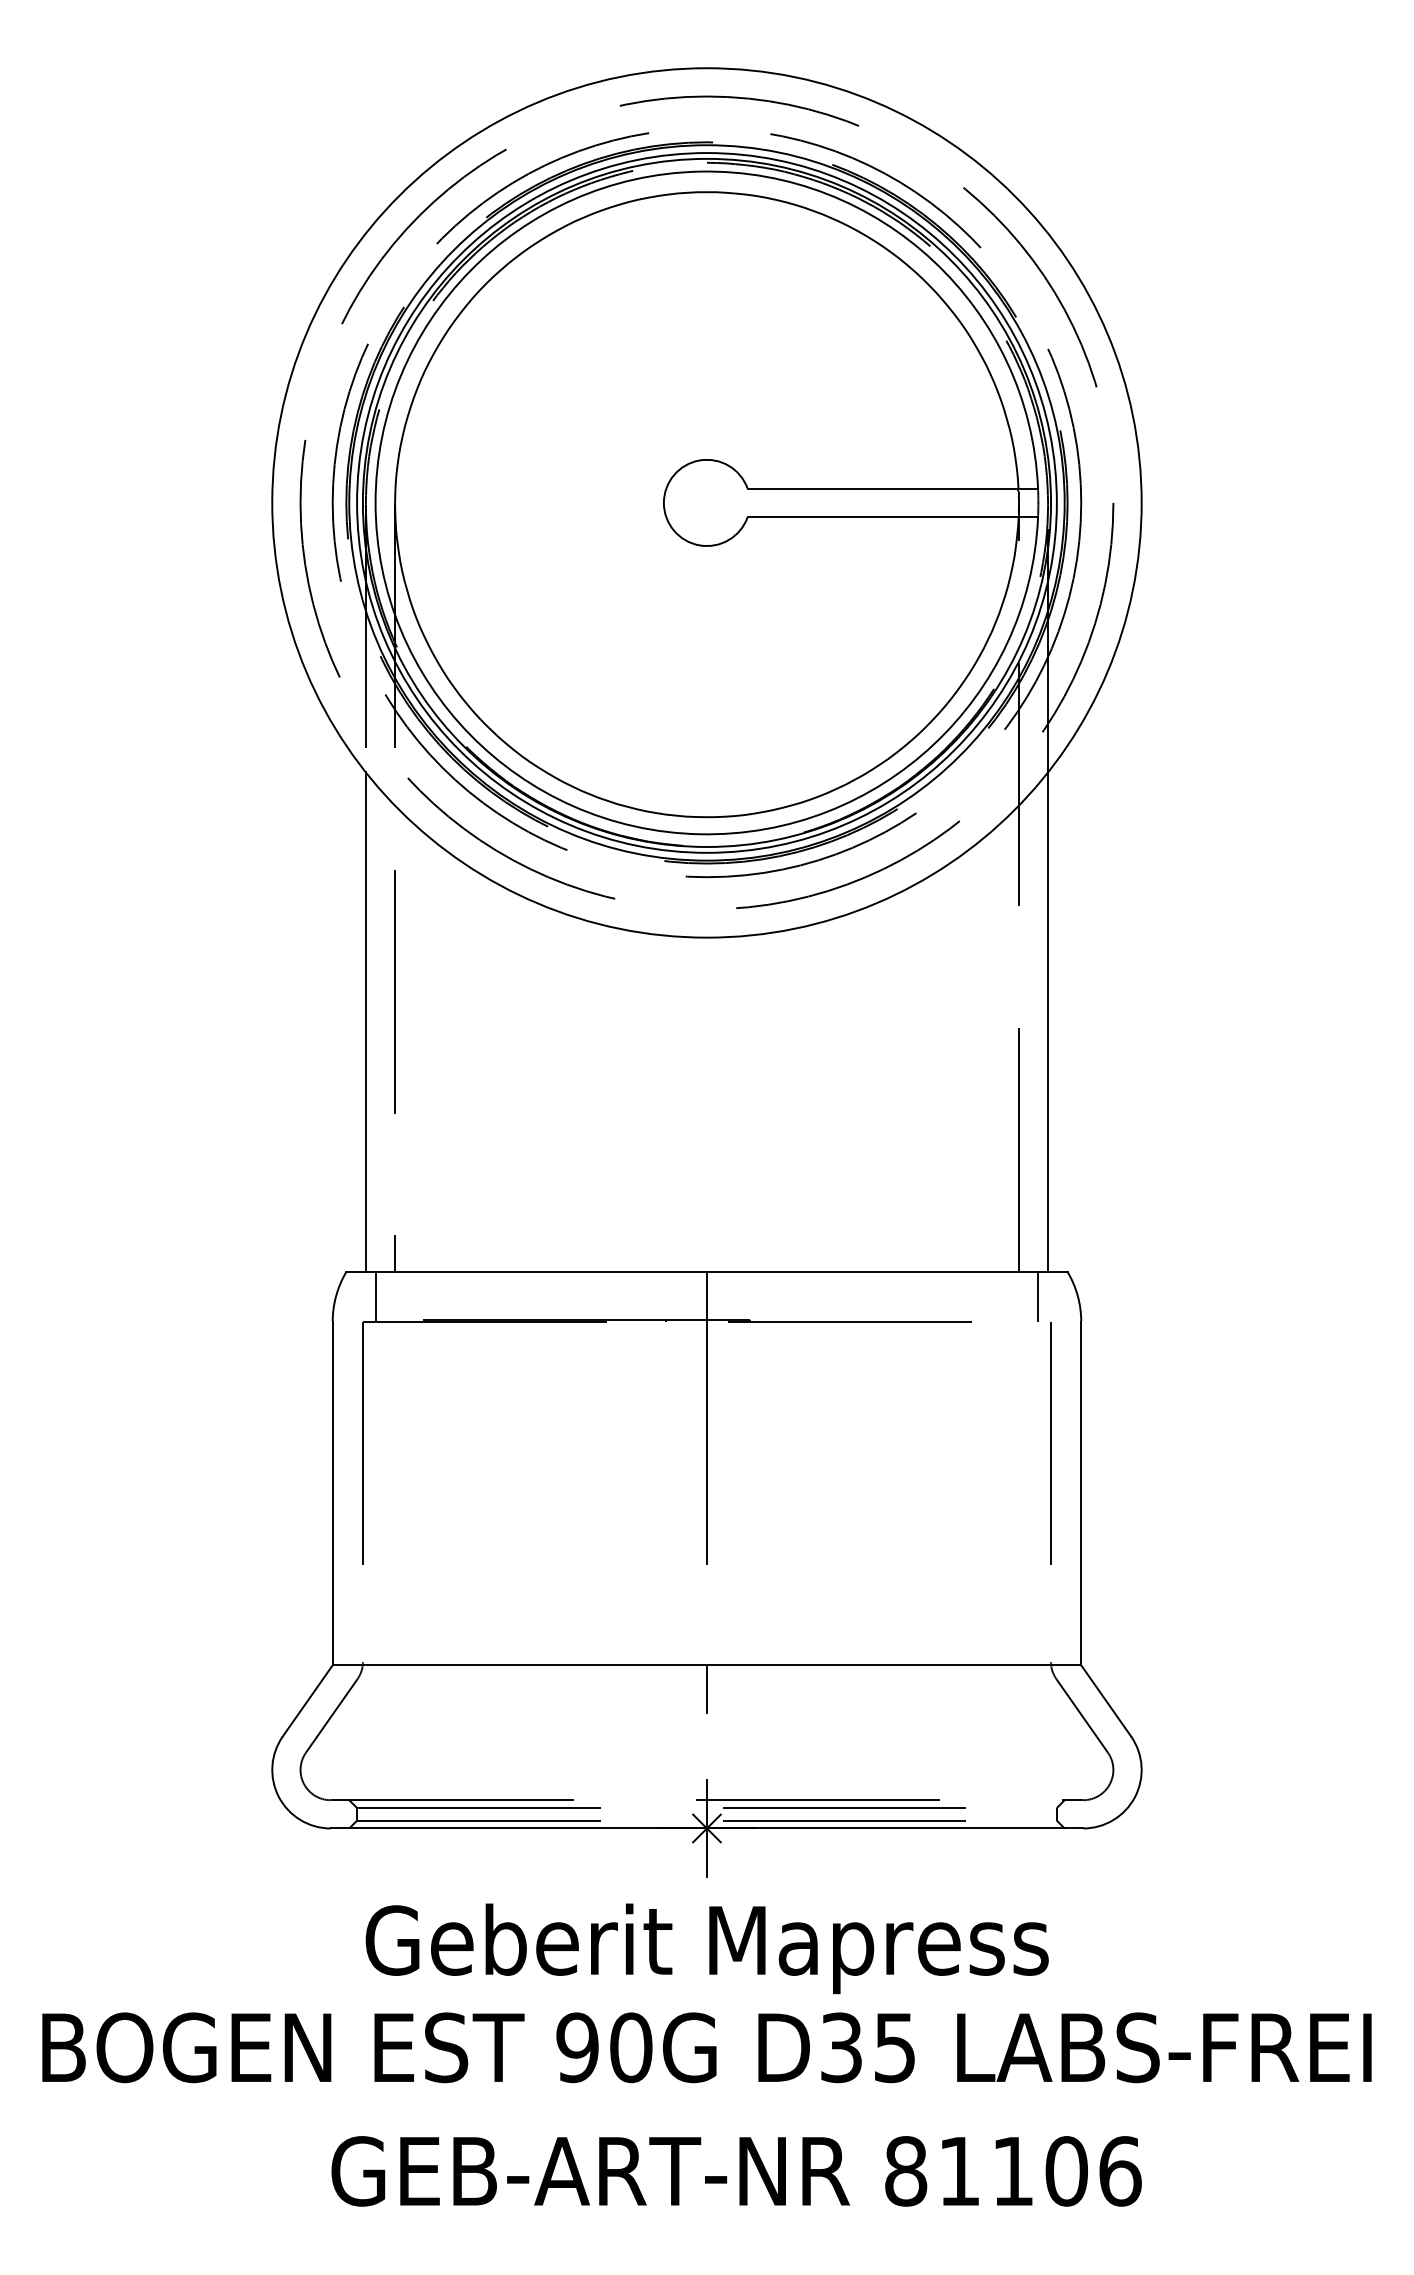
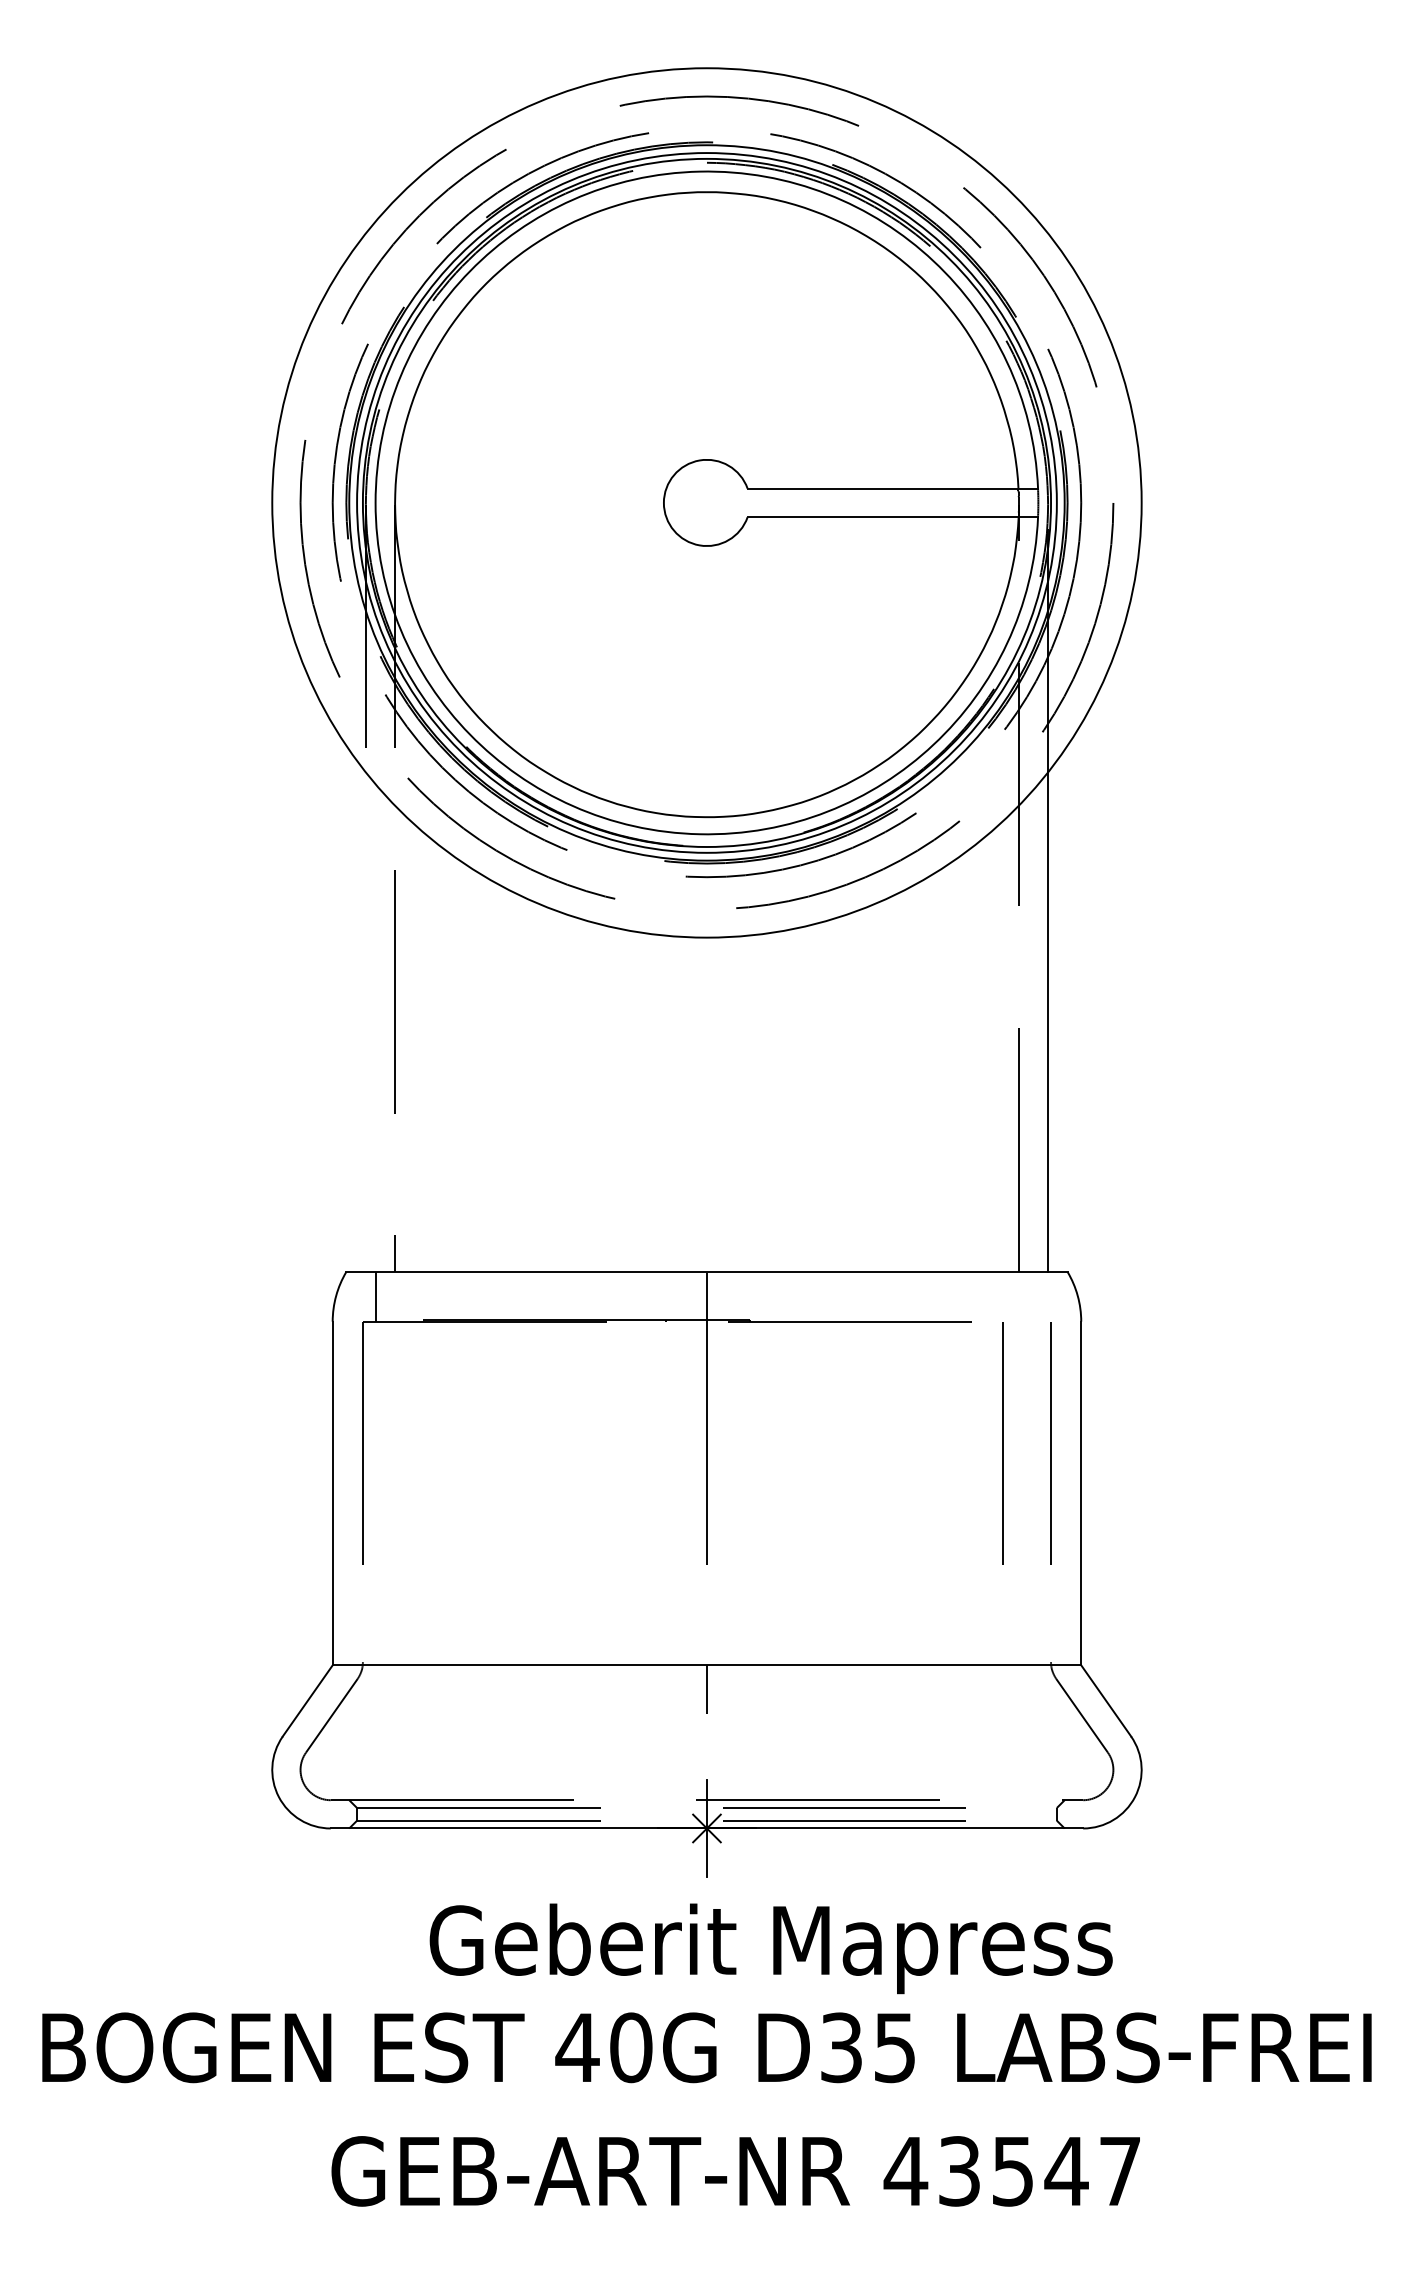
line at (365, 1021): present -> none
line at (1038, 1296): present -> none
line at (1002, 1443): none -> present
text at (706, 1948) position: (706, 1948) -> (770, 1948)
text at (577, 2047): 90G -> 40G
text at (1012, 2171): 81106 -> 43547
